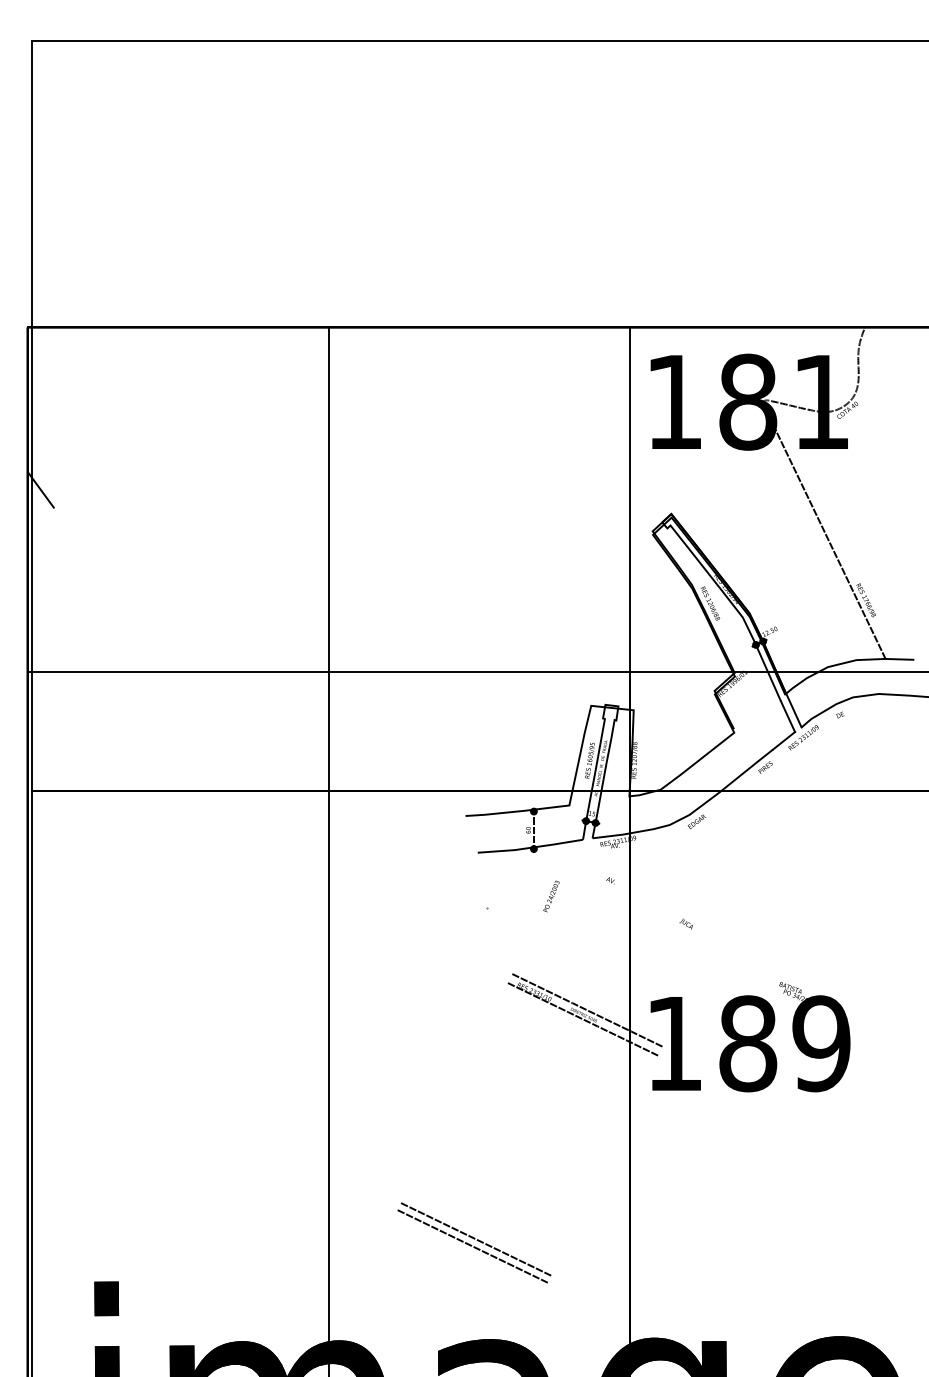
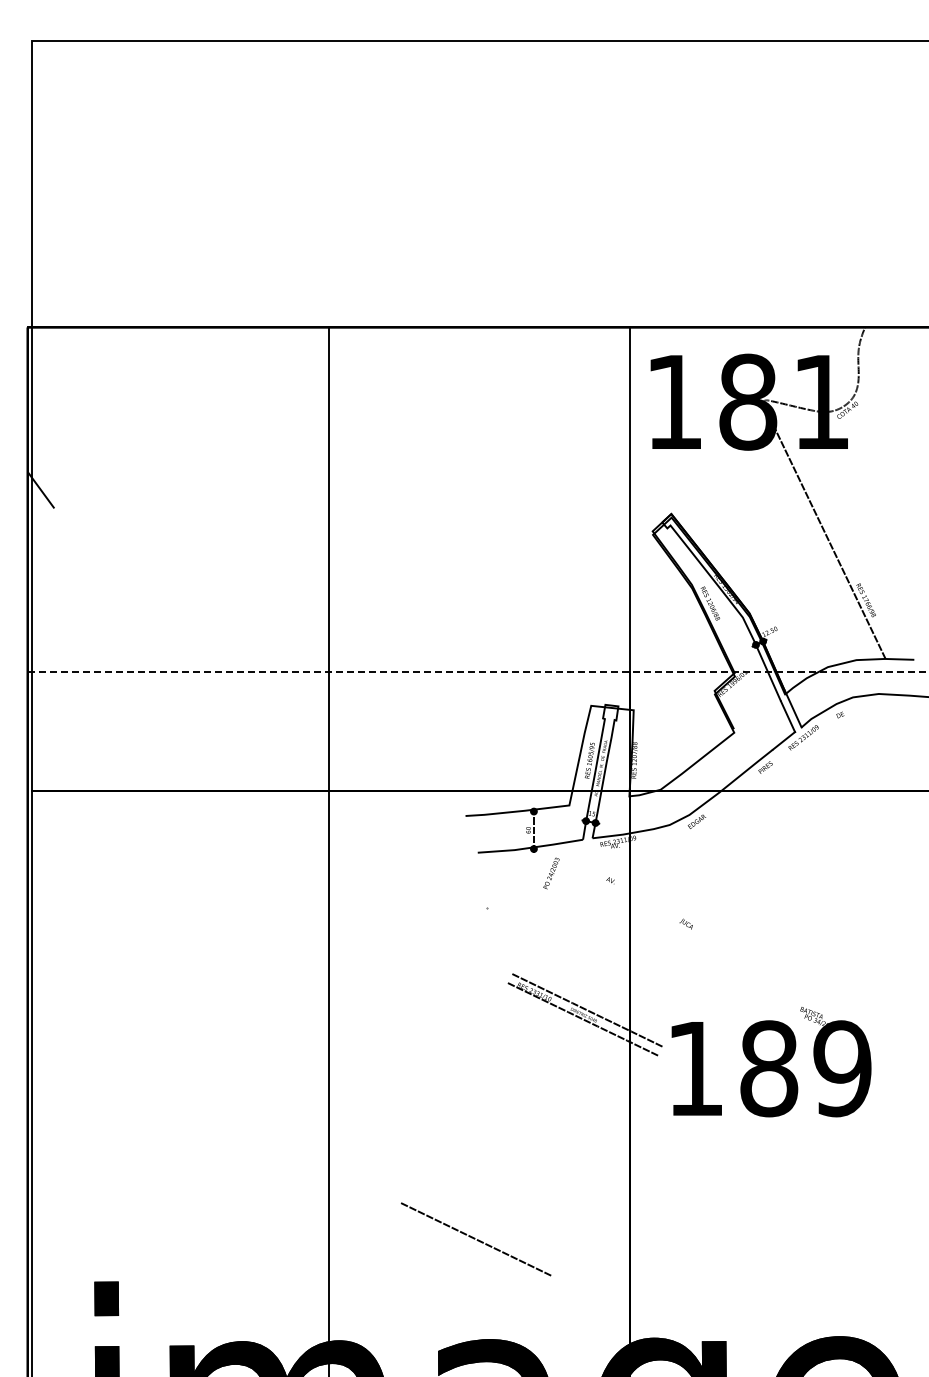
line at (478, 671): solid -> dashed
text at (551, 896) position: (551, 896) -> (551, 873)
text at (750, 1037) position: (750, 1037) -> (771, 1062)
line at (472, 1246): present -> none
